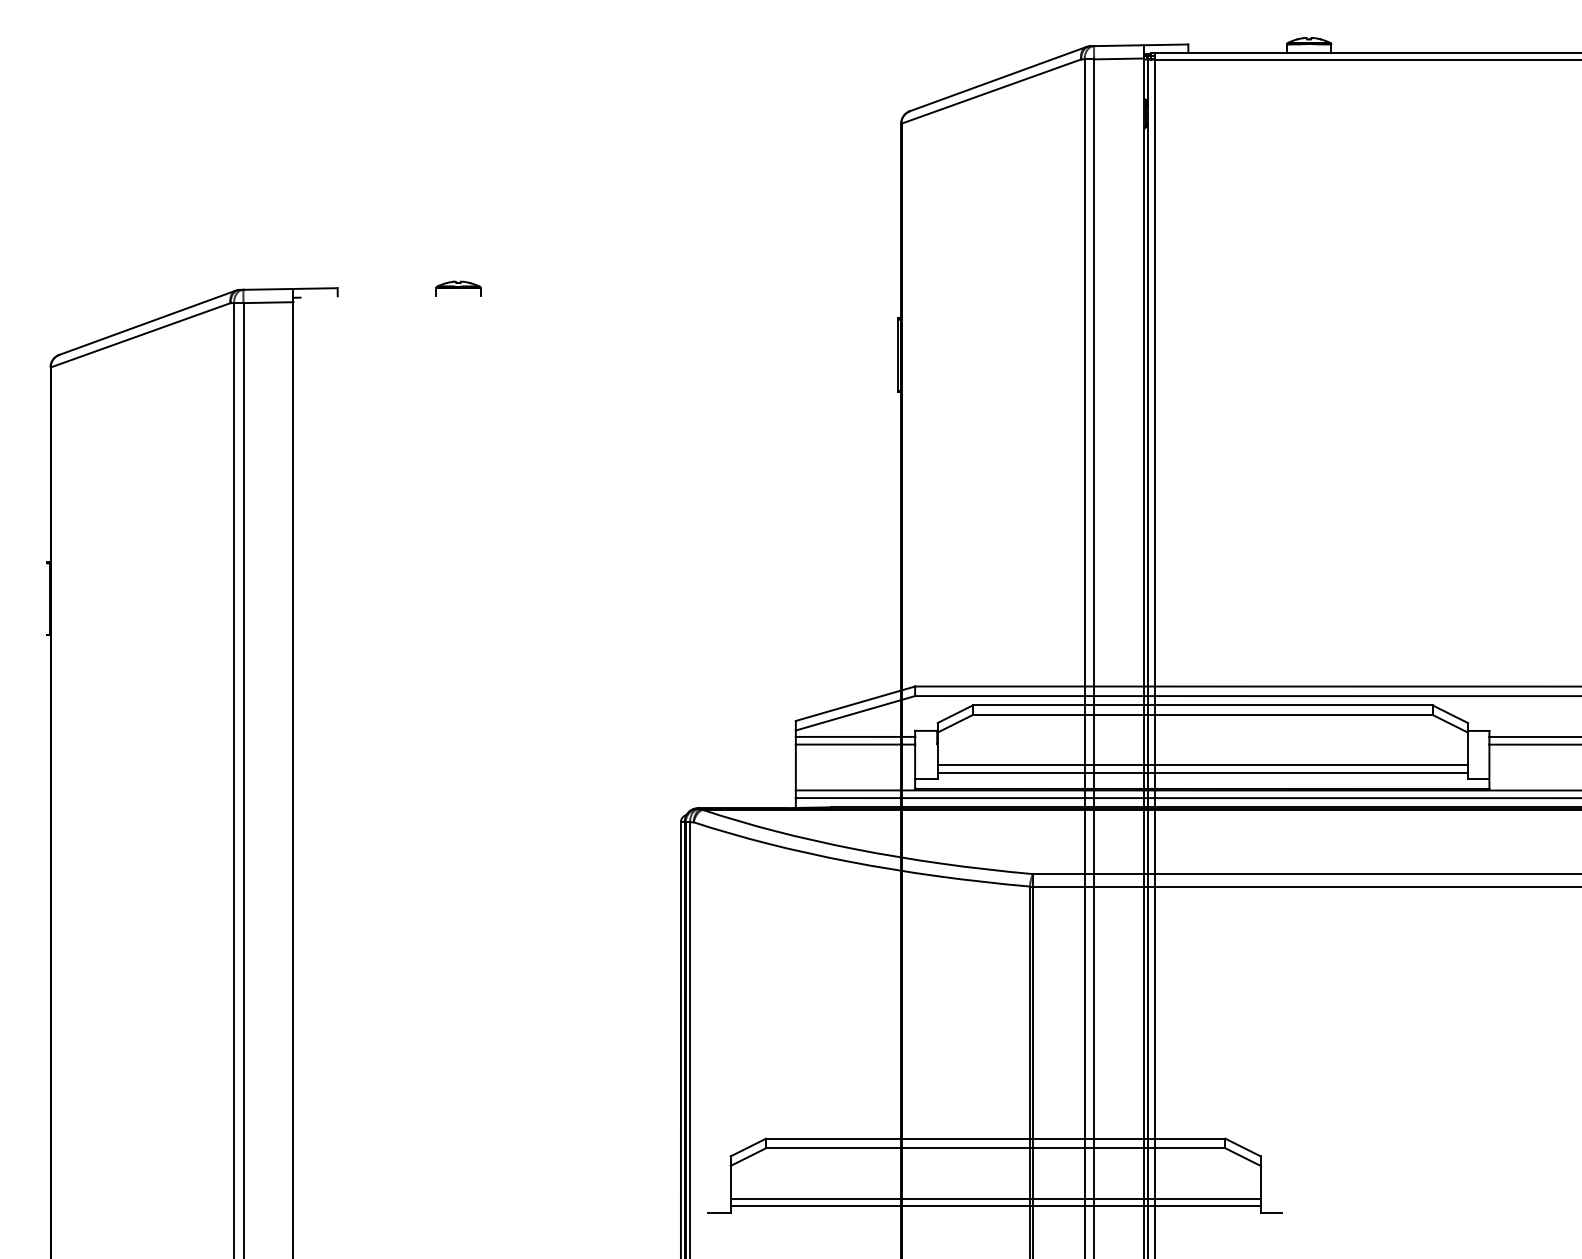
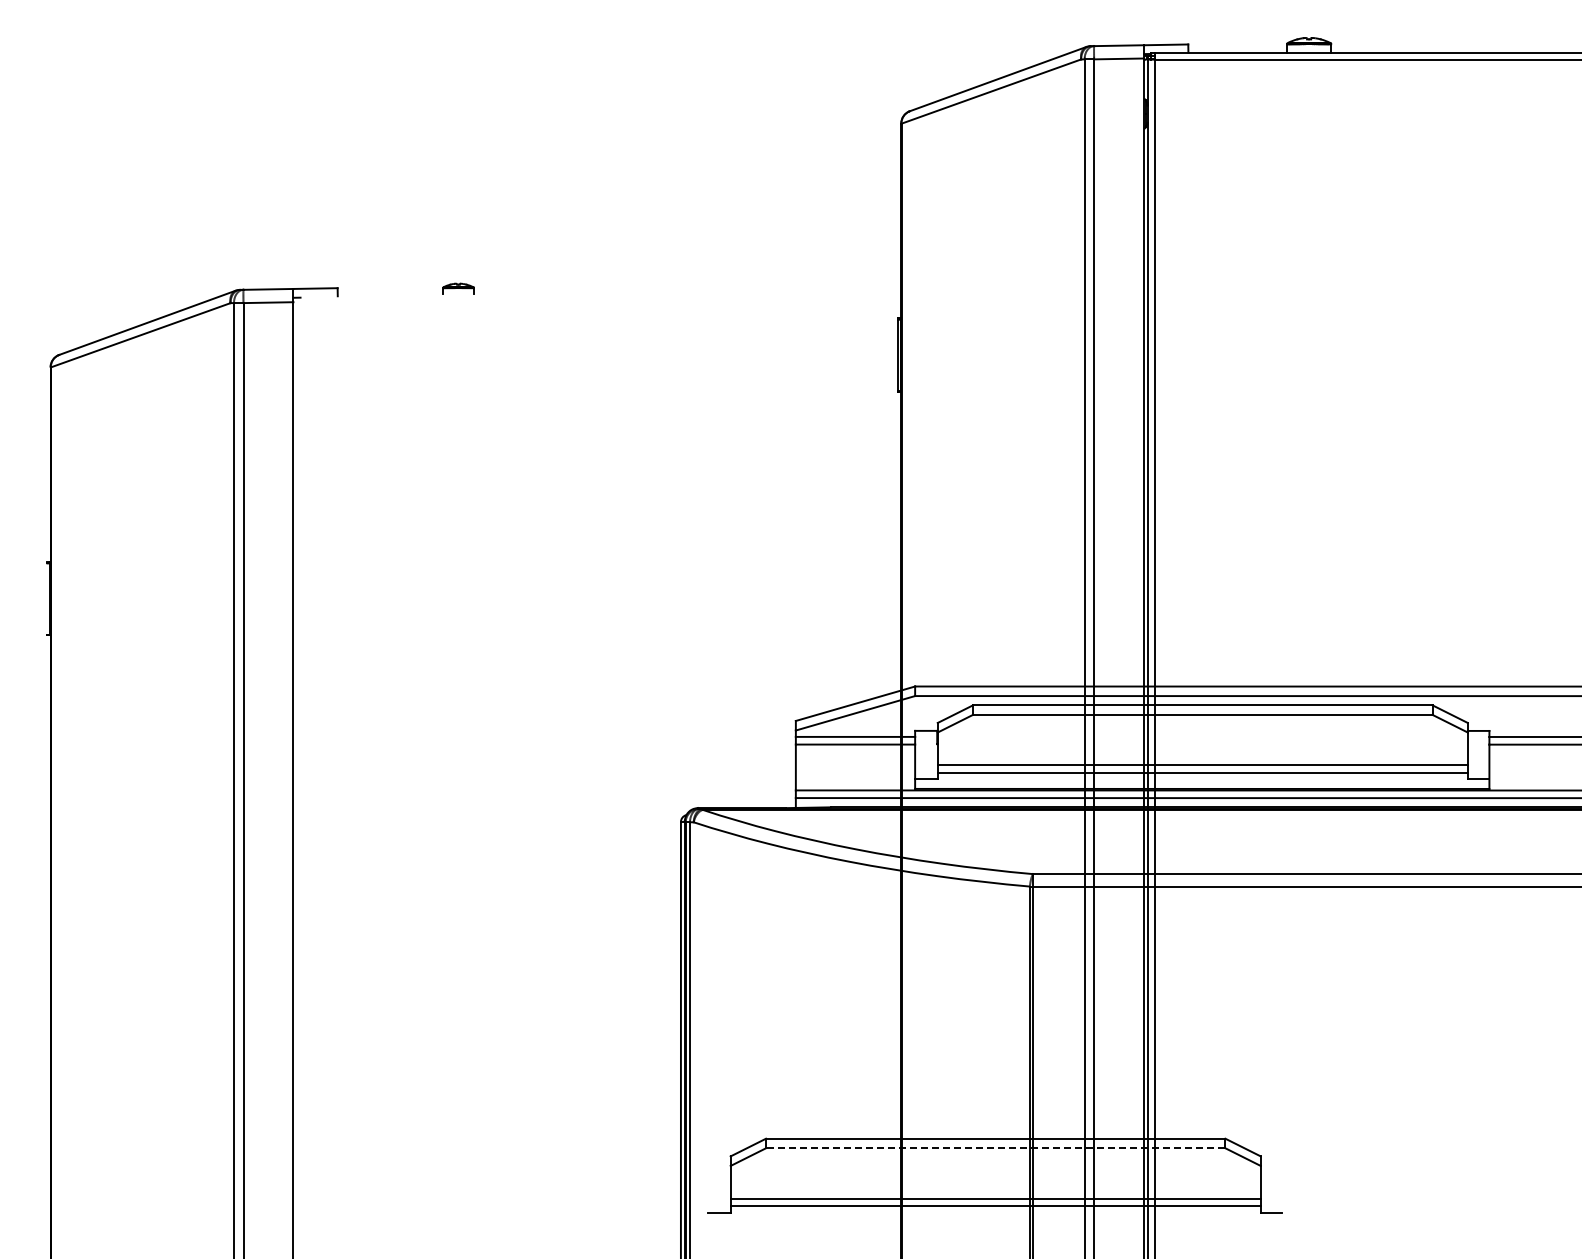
part at (458, 288) size: 47x17 px -> 33x13 px
line at (995, 1148): solid -> dashed
